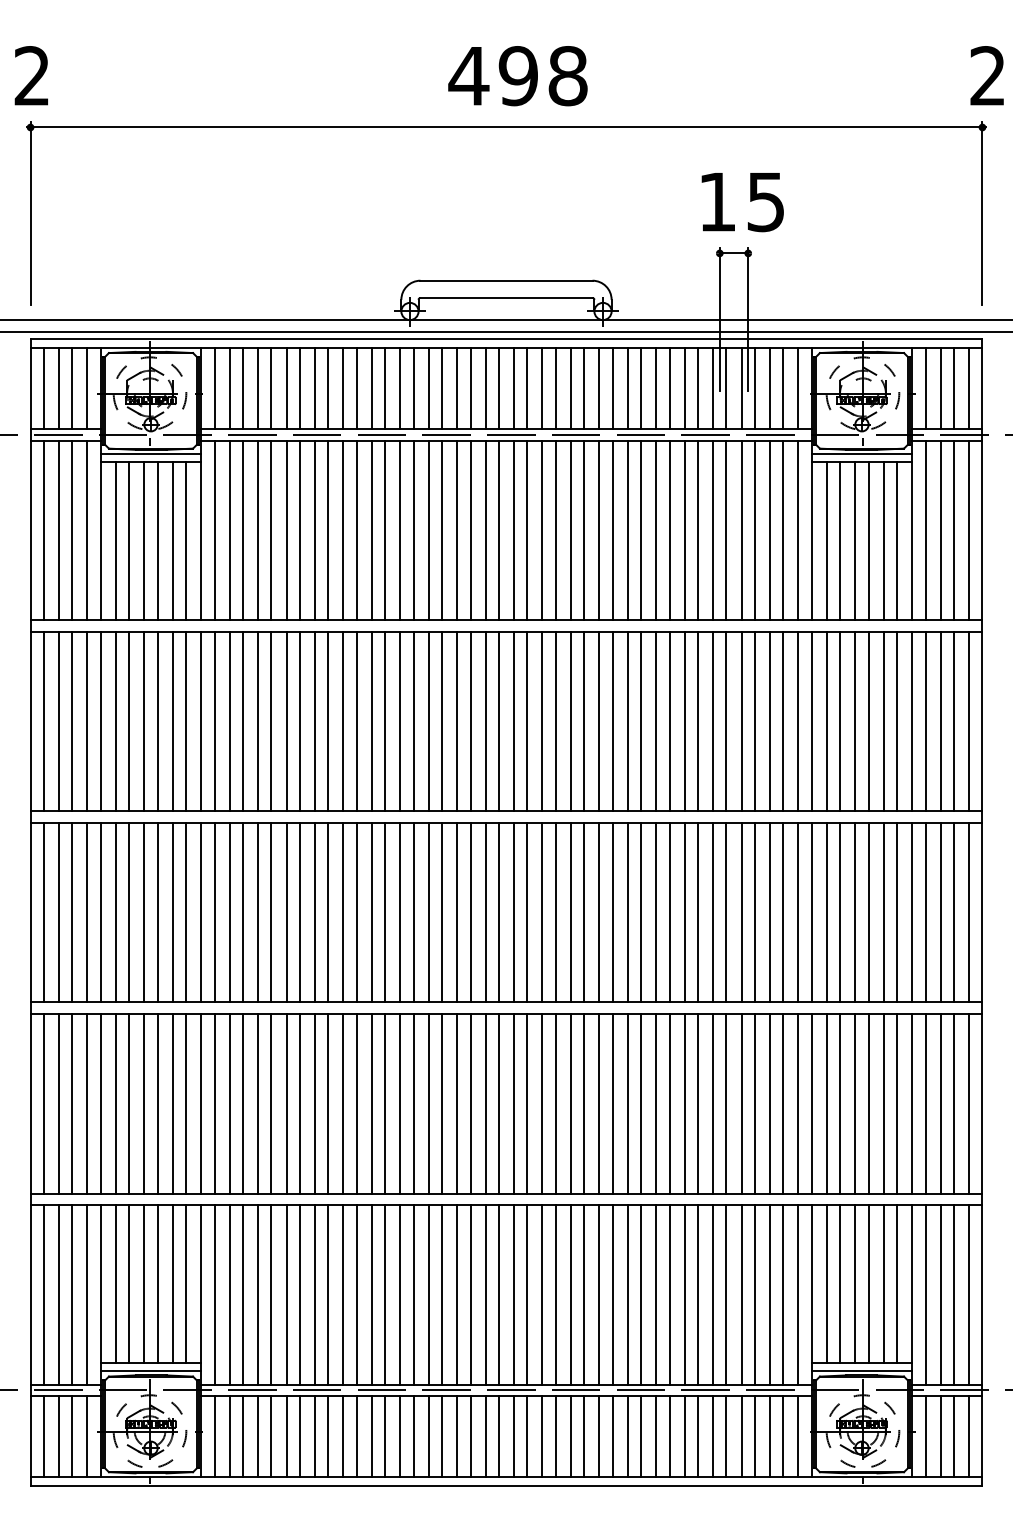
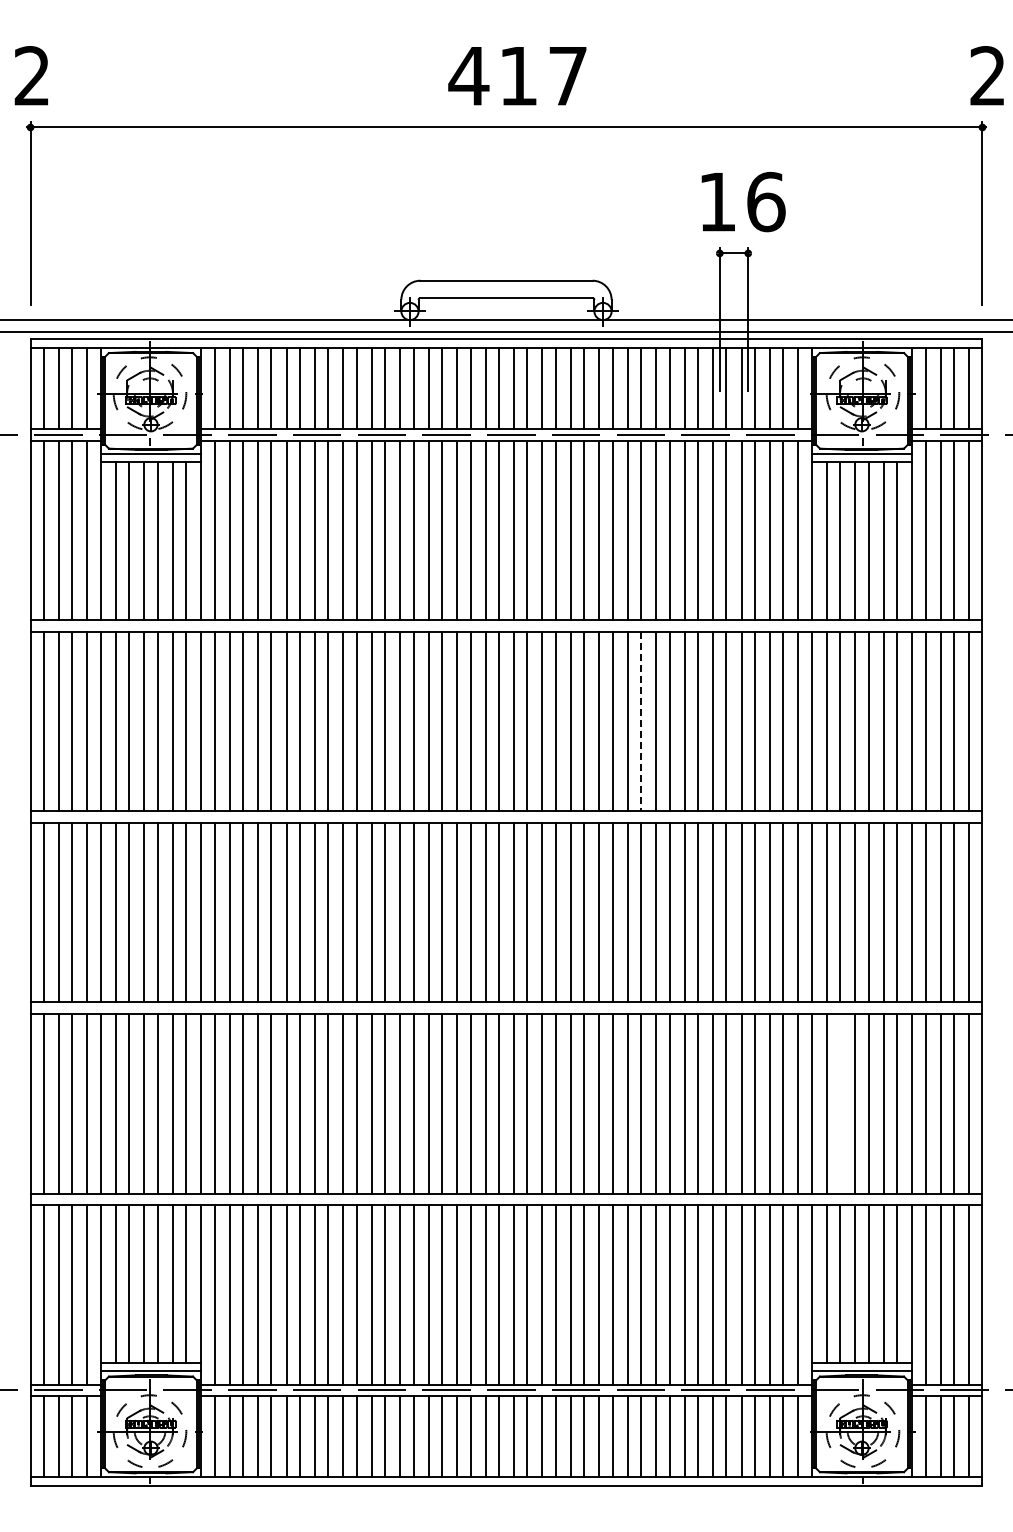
text at (542, 76): 498 -> 417
text at (766, 201): 15 -> 16
line at (641, 721): solid -> dashed
line at (840, 1103): present -> none
